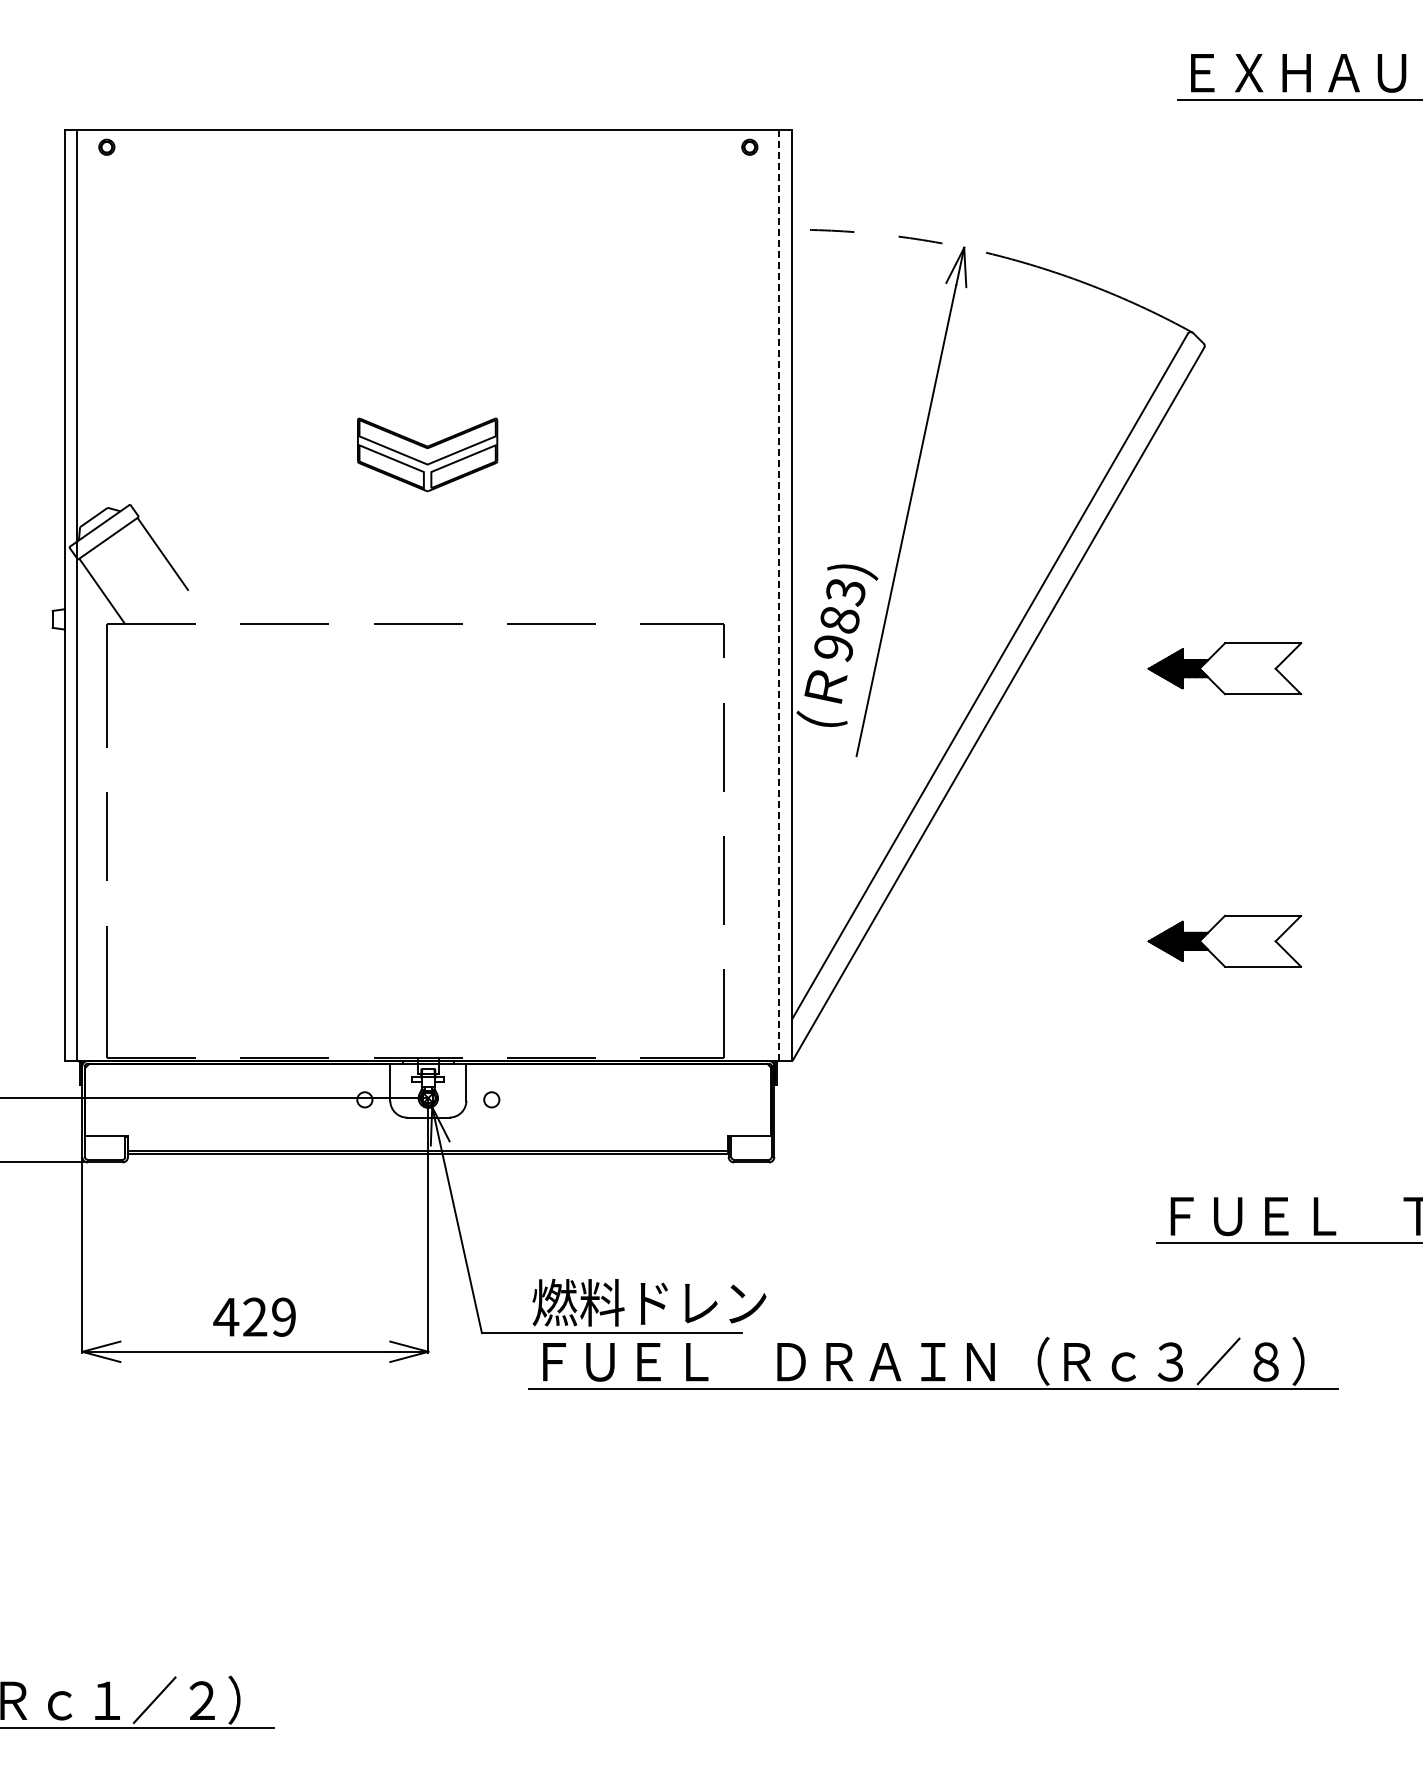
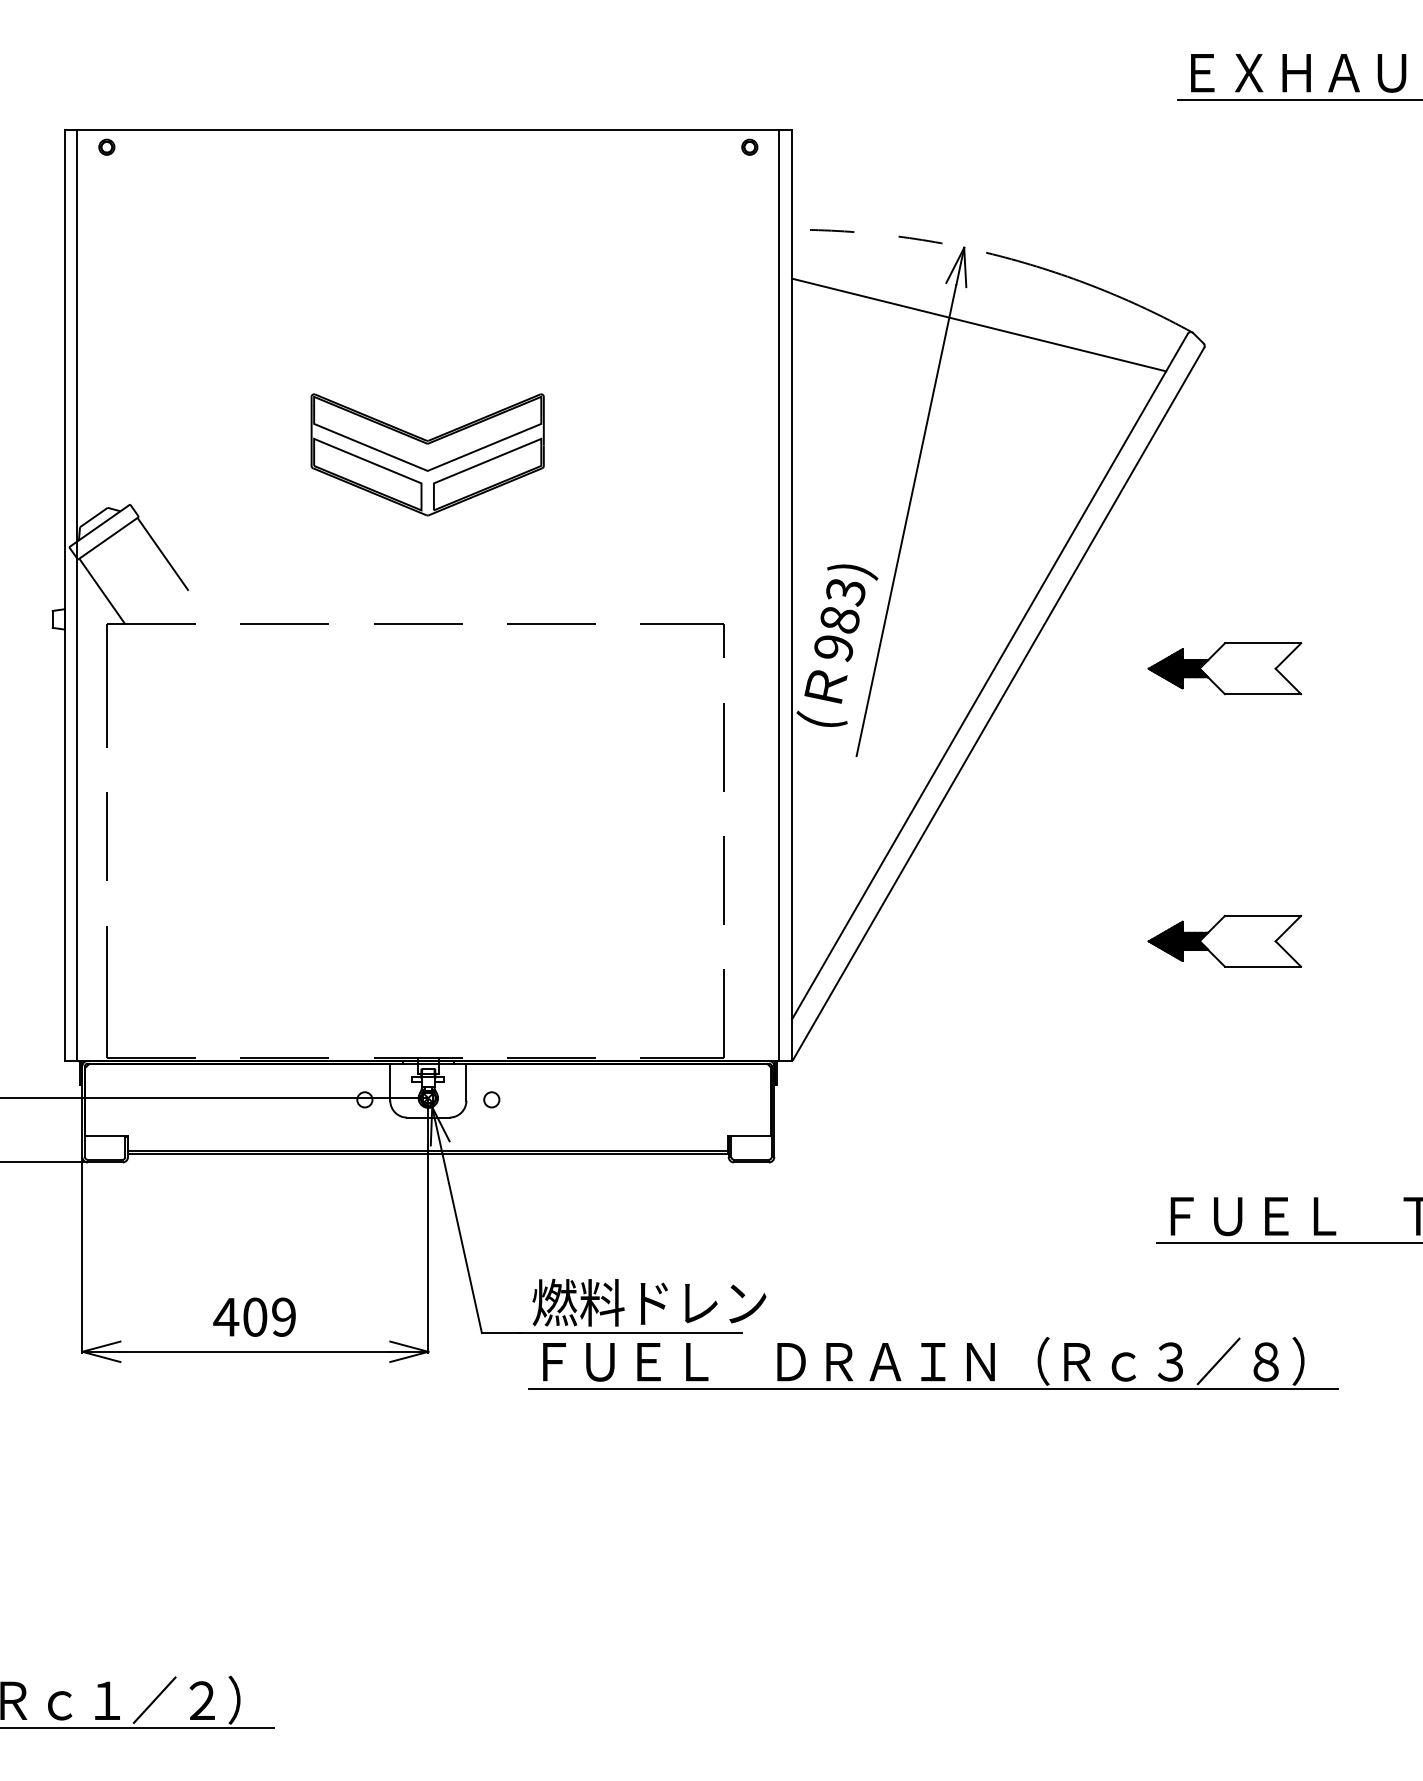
line at (979, 324): none -> present
part at (427, 454) size: 142x76 px -> 235x124 px
line at (779, 595): dashed -> solid
text at (255, 1316): 429 -> 409
